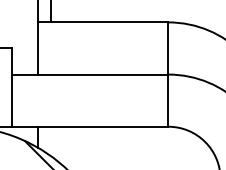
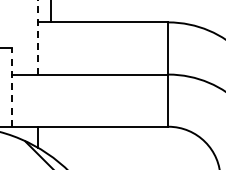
line at (37, 37): solid -> dashed
line at (11, 87): solid -> dashed
